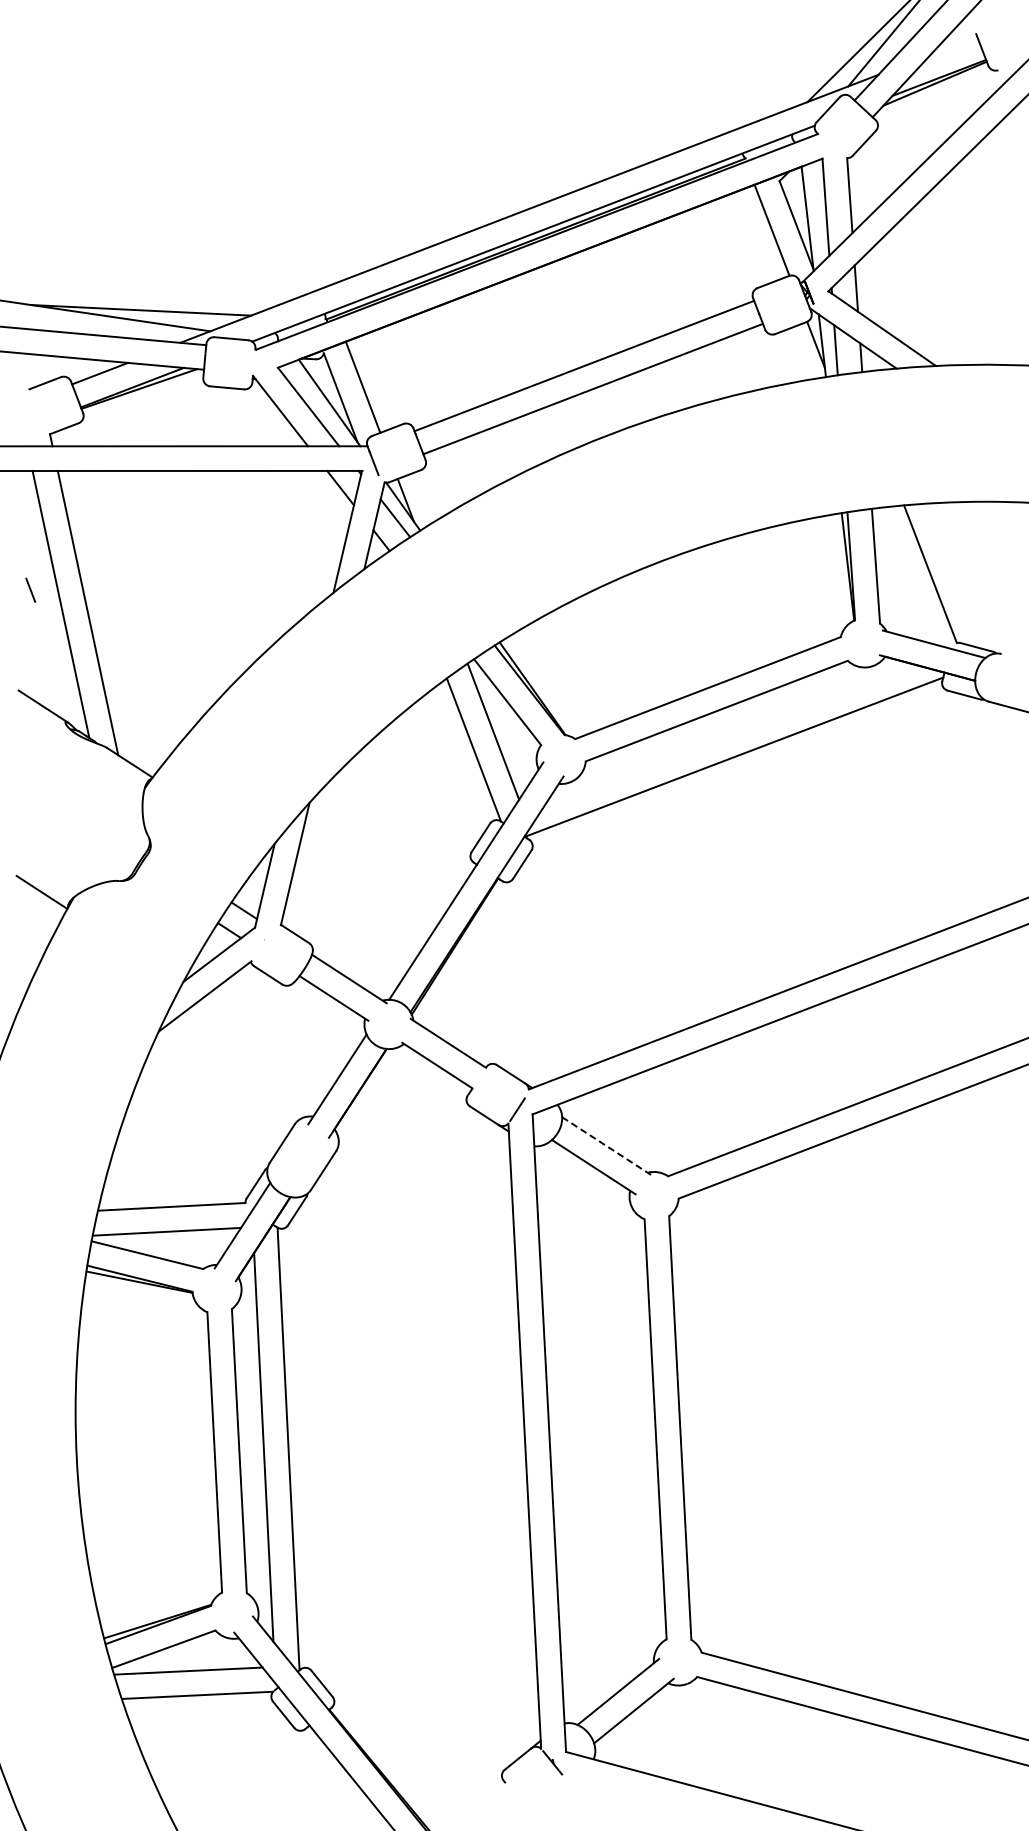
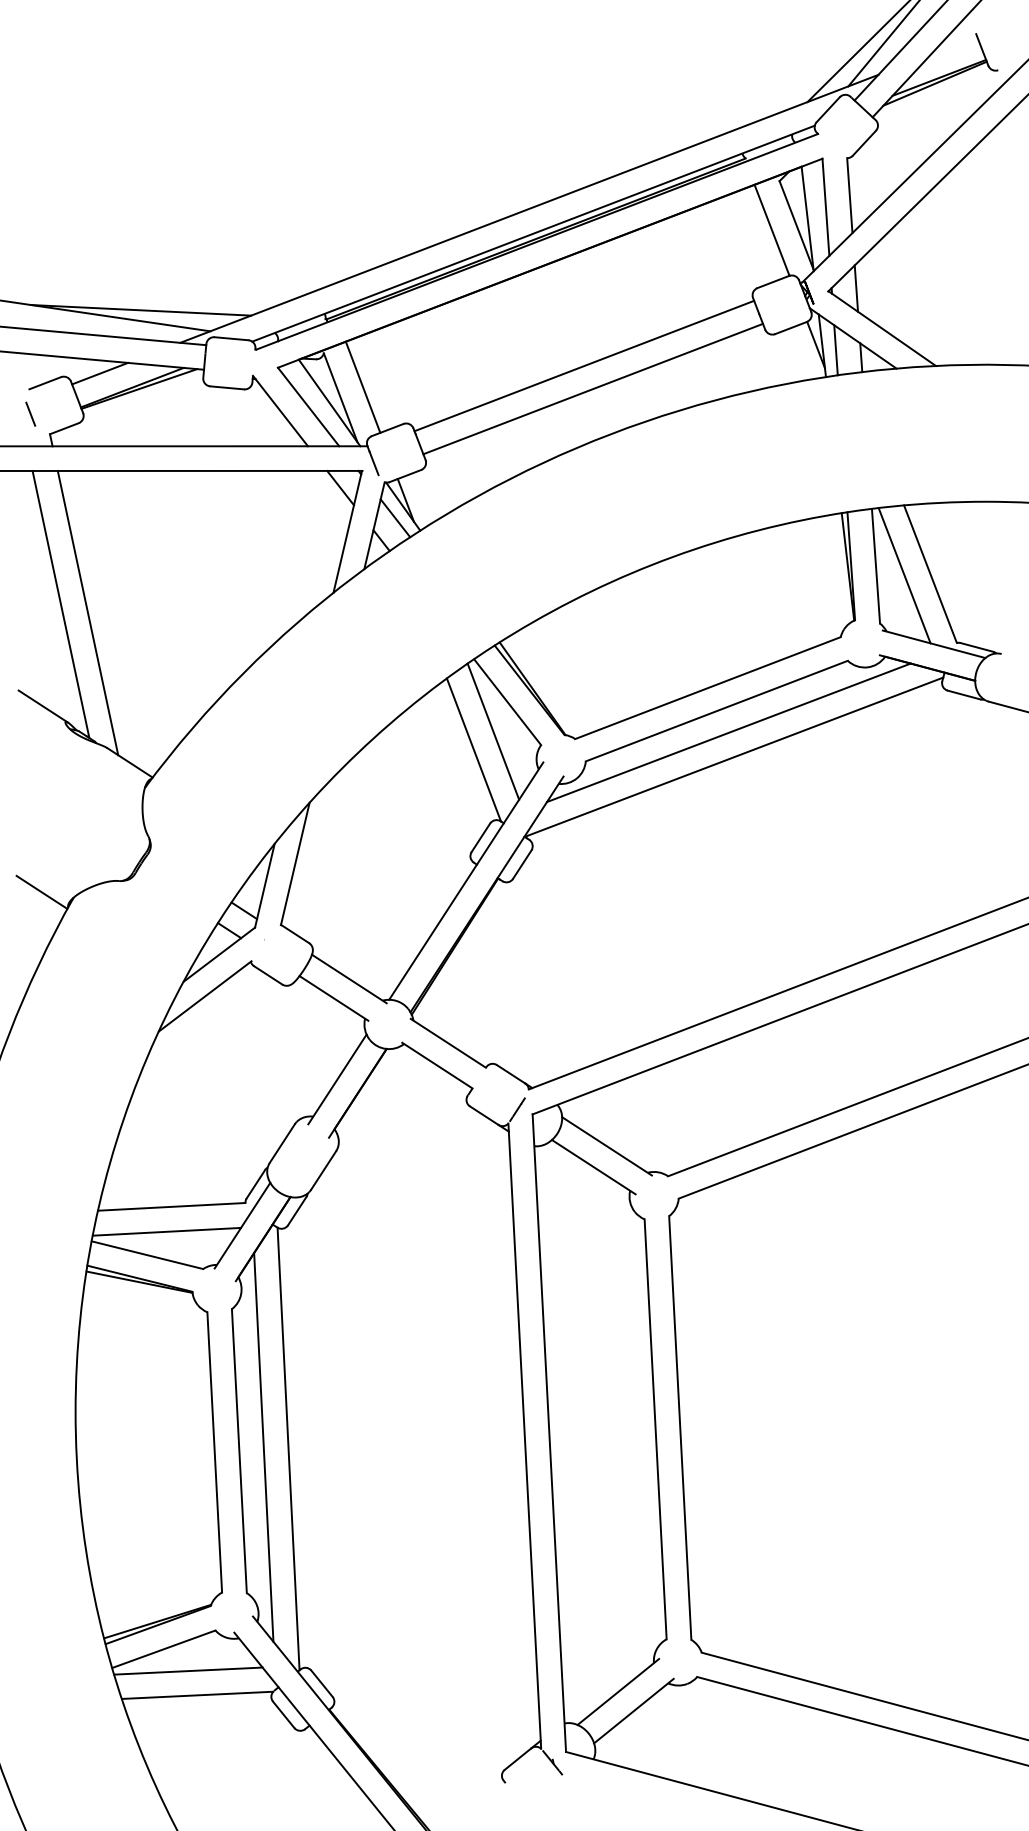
line at (904, 575): none -> present
line at (30, 589) position: (30, 589) -> (30, 413)
line at (728, 732): none -> present
line at (607, 1146): dashed -> solid
